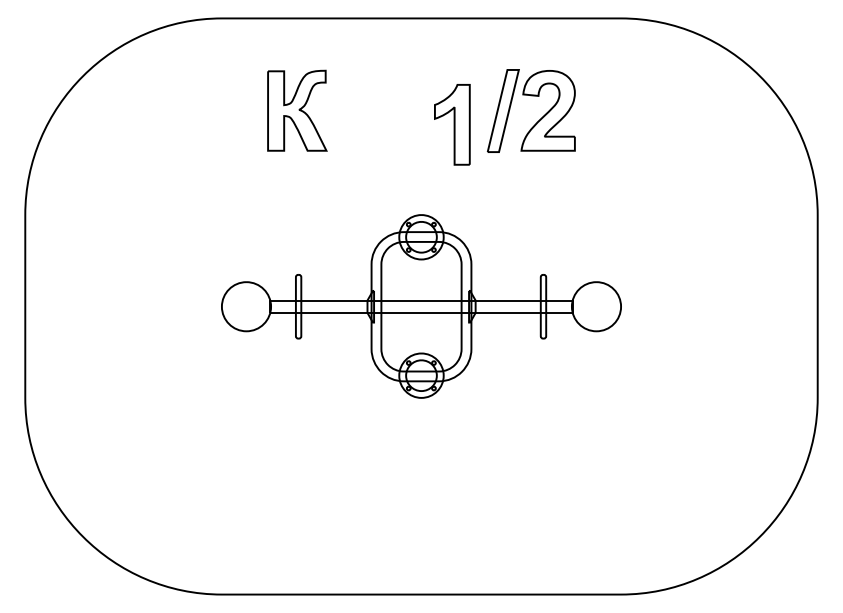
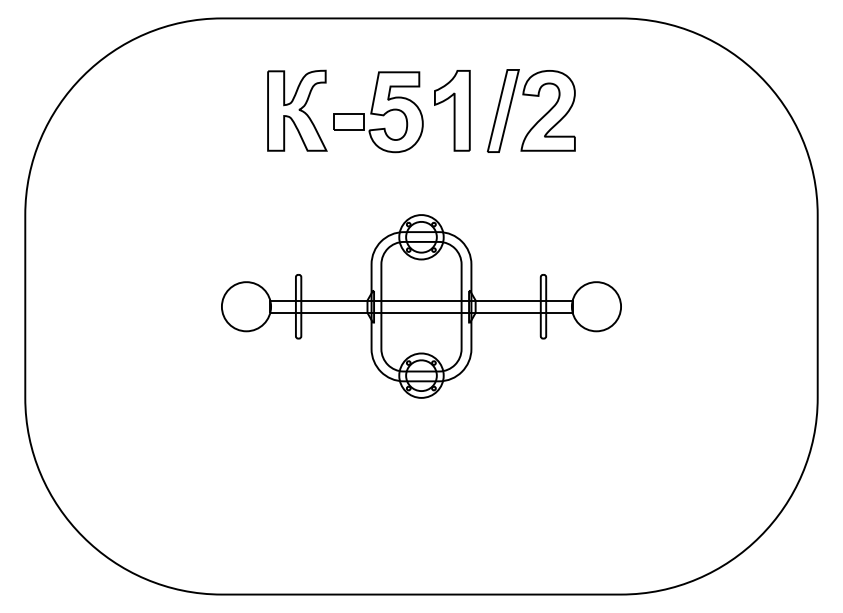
part at (378, 112): none -> present
part at (452, 124) position: (452, 124) -> (452, 110)
